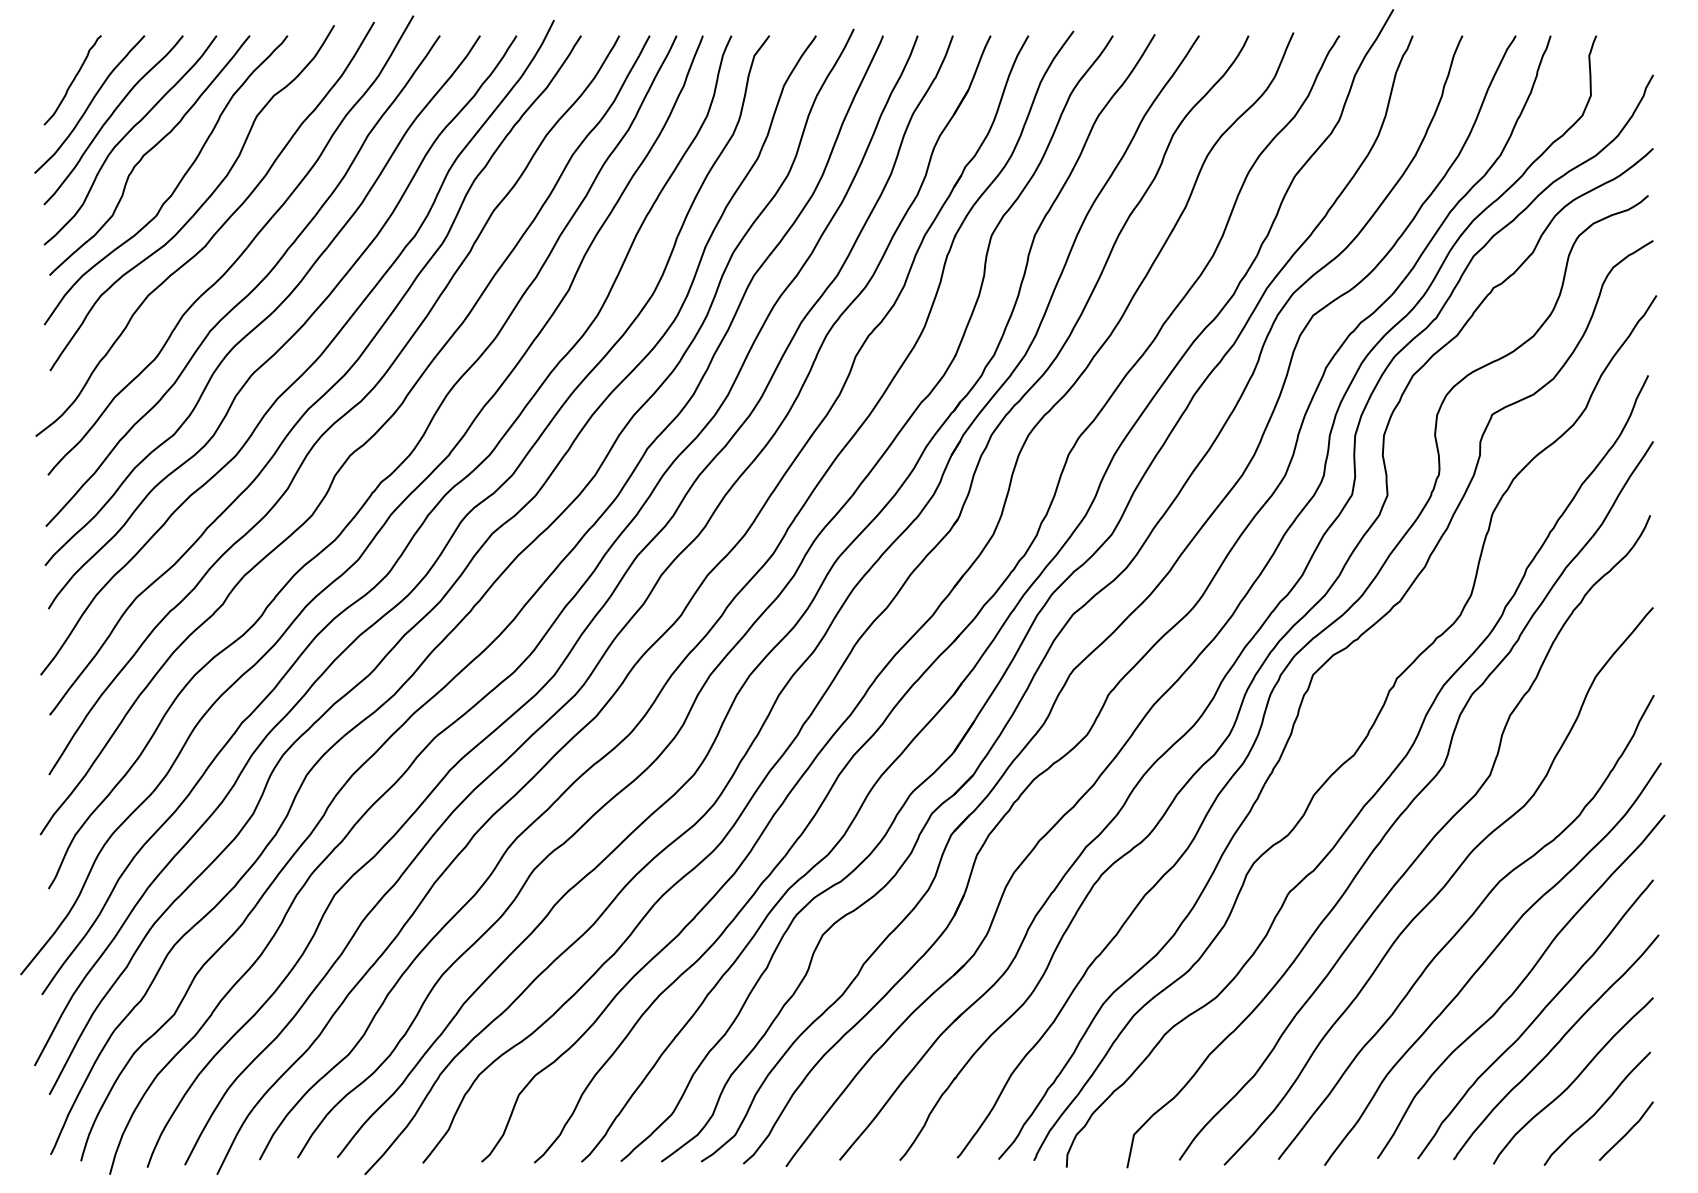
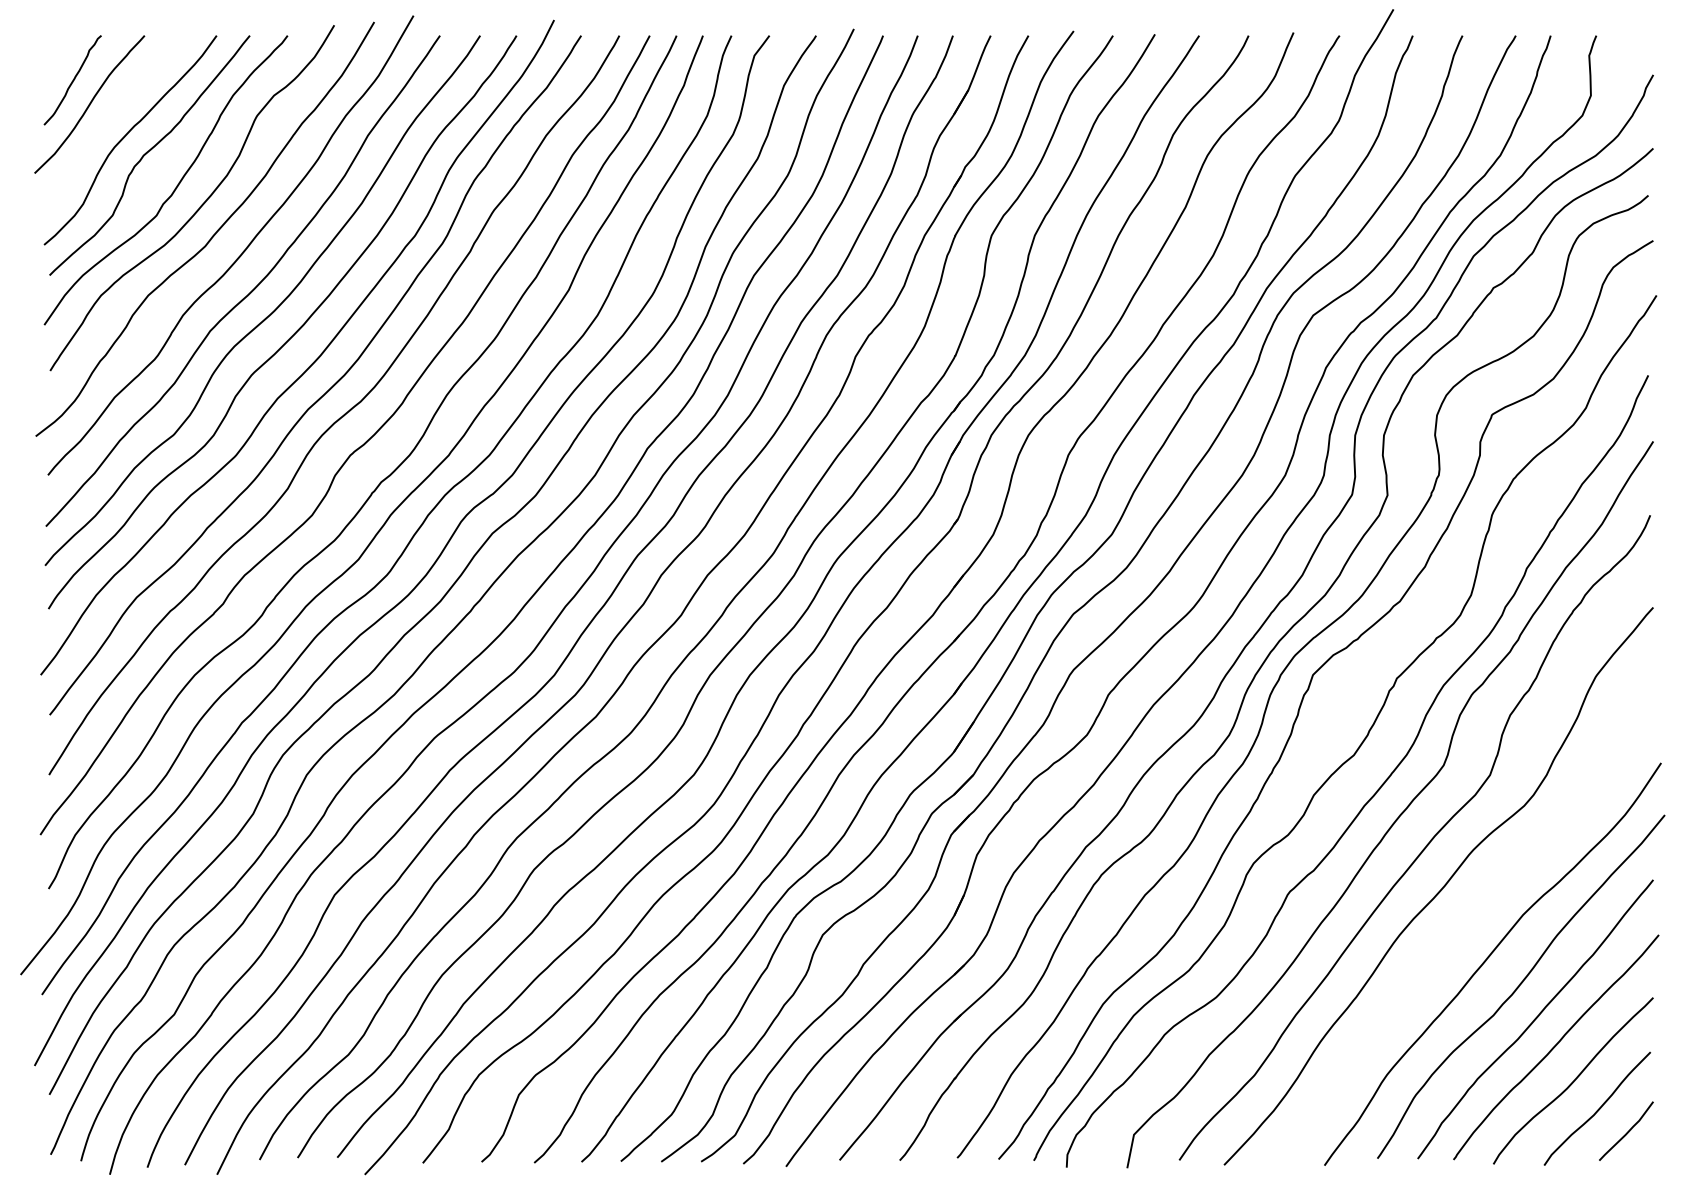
curve at (110, 118): present -> none
curve at (1465, 924): present -> none
